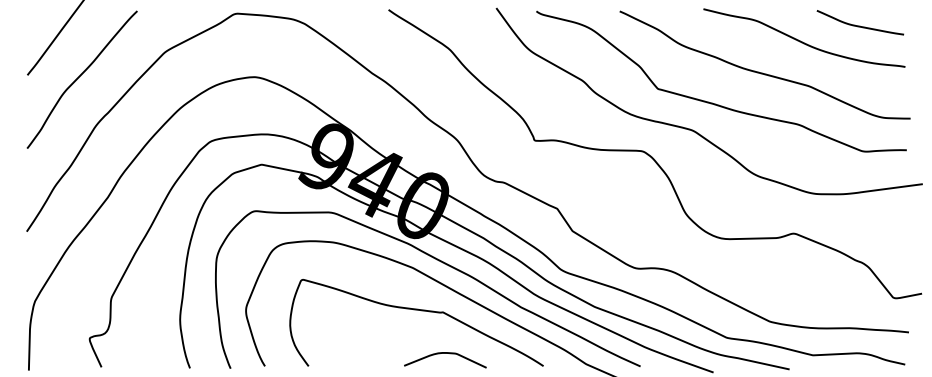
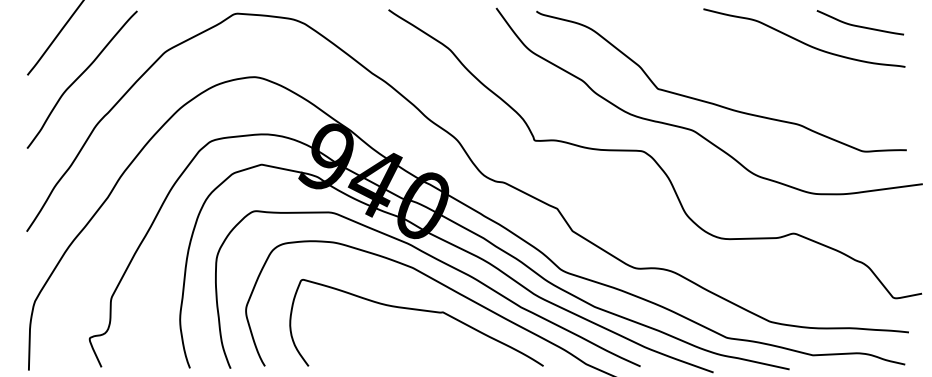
curve at (762, 72): present -> none
curve at (445, 353): present -> none
